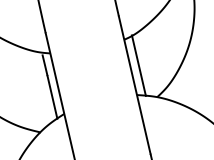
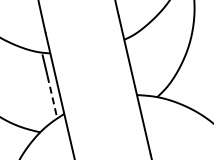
line at (138, 65): present -> none
line at (52, 97): solid -> dashed
